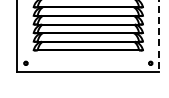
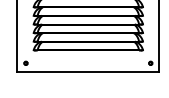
line at (159, 36): dashed -> solid
